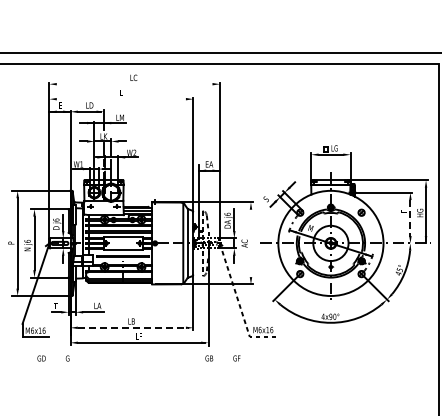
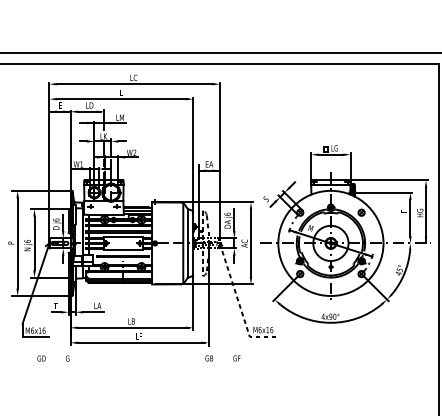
line at (134, 84): none -> present
line at (121, 99): none -> present
line at (410, 218): dashed -> solid
line at (250, 243): none -> present
line at (133, 327): dashed -> solid
